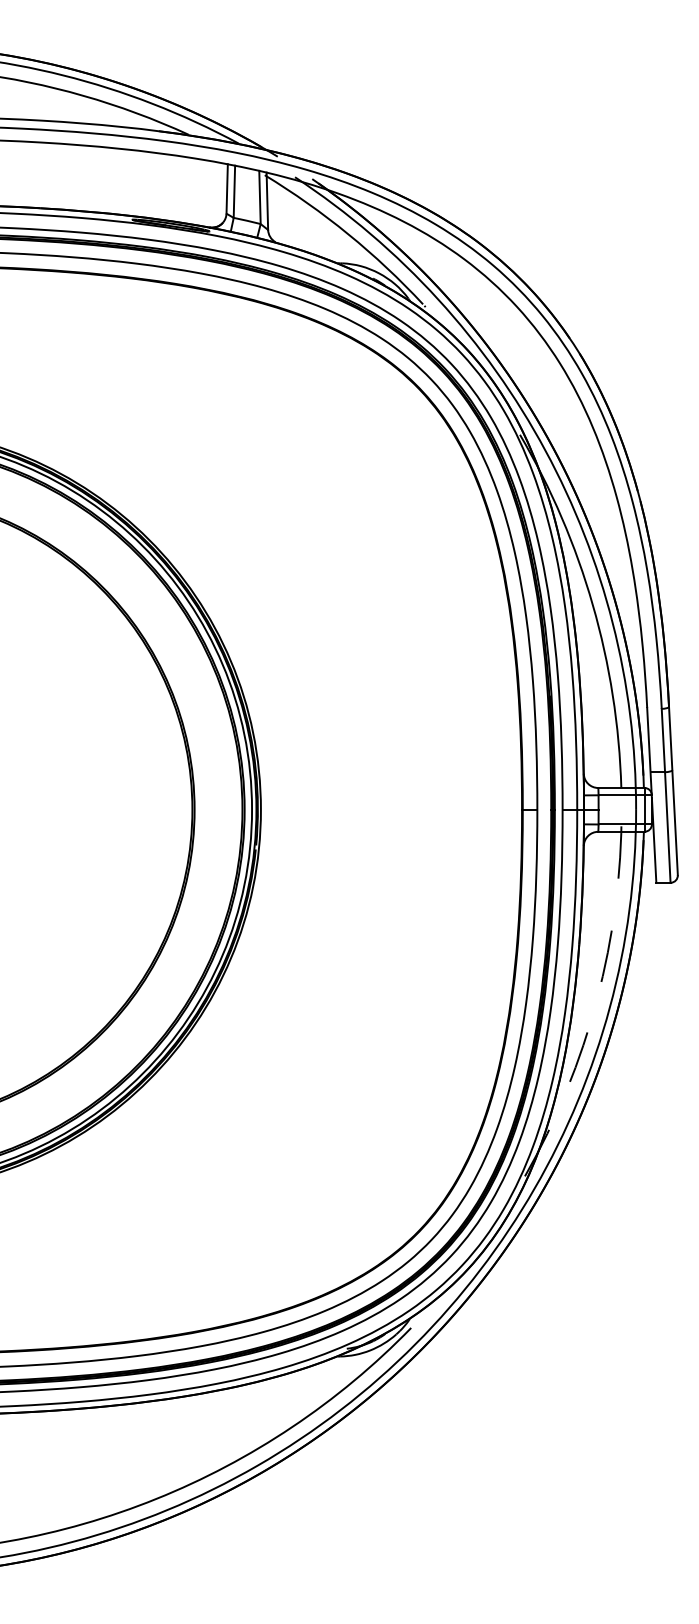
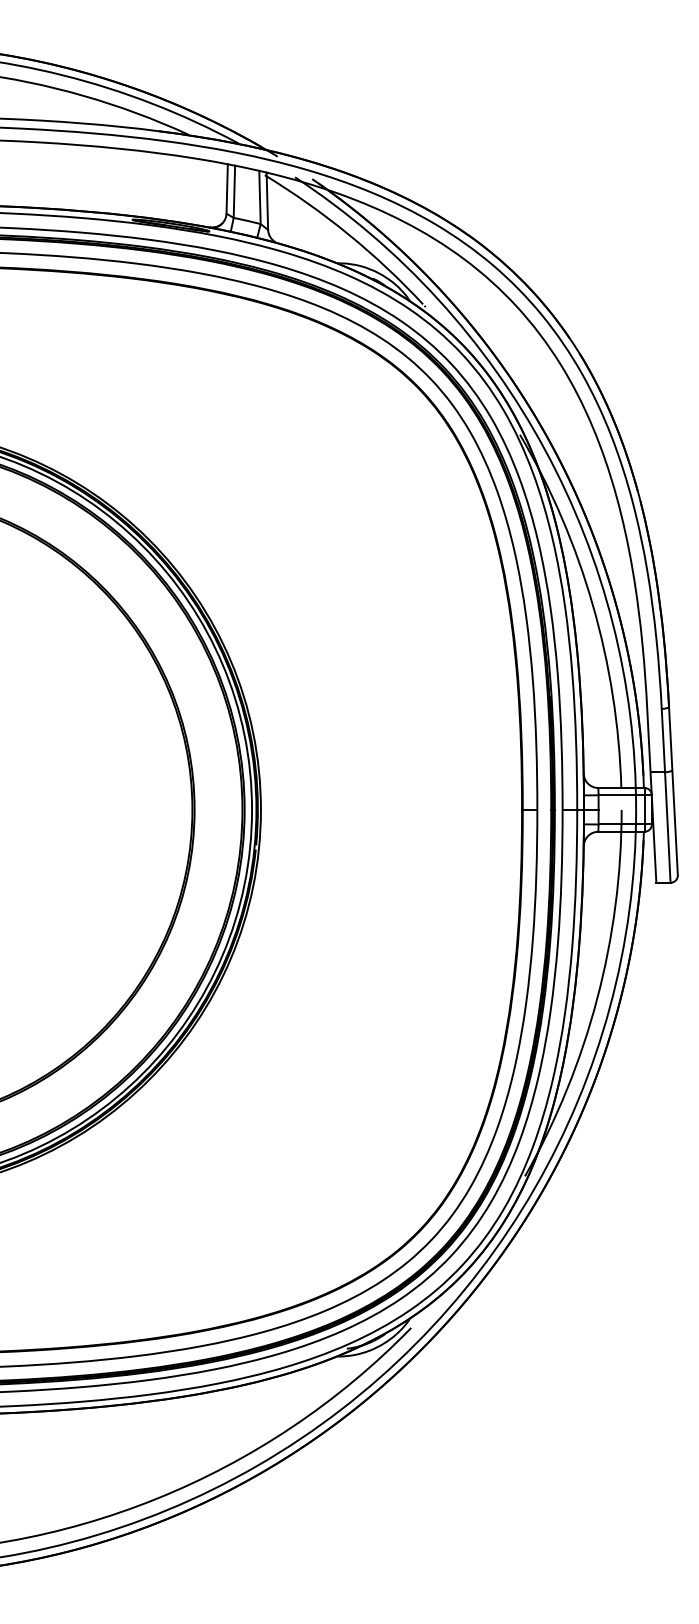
arc at (597, 999): dashed -> solid
